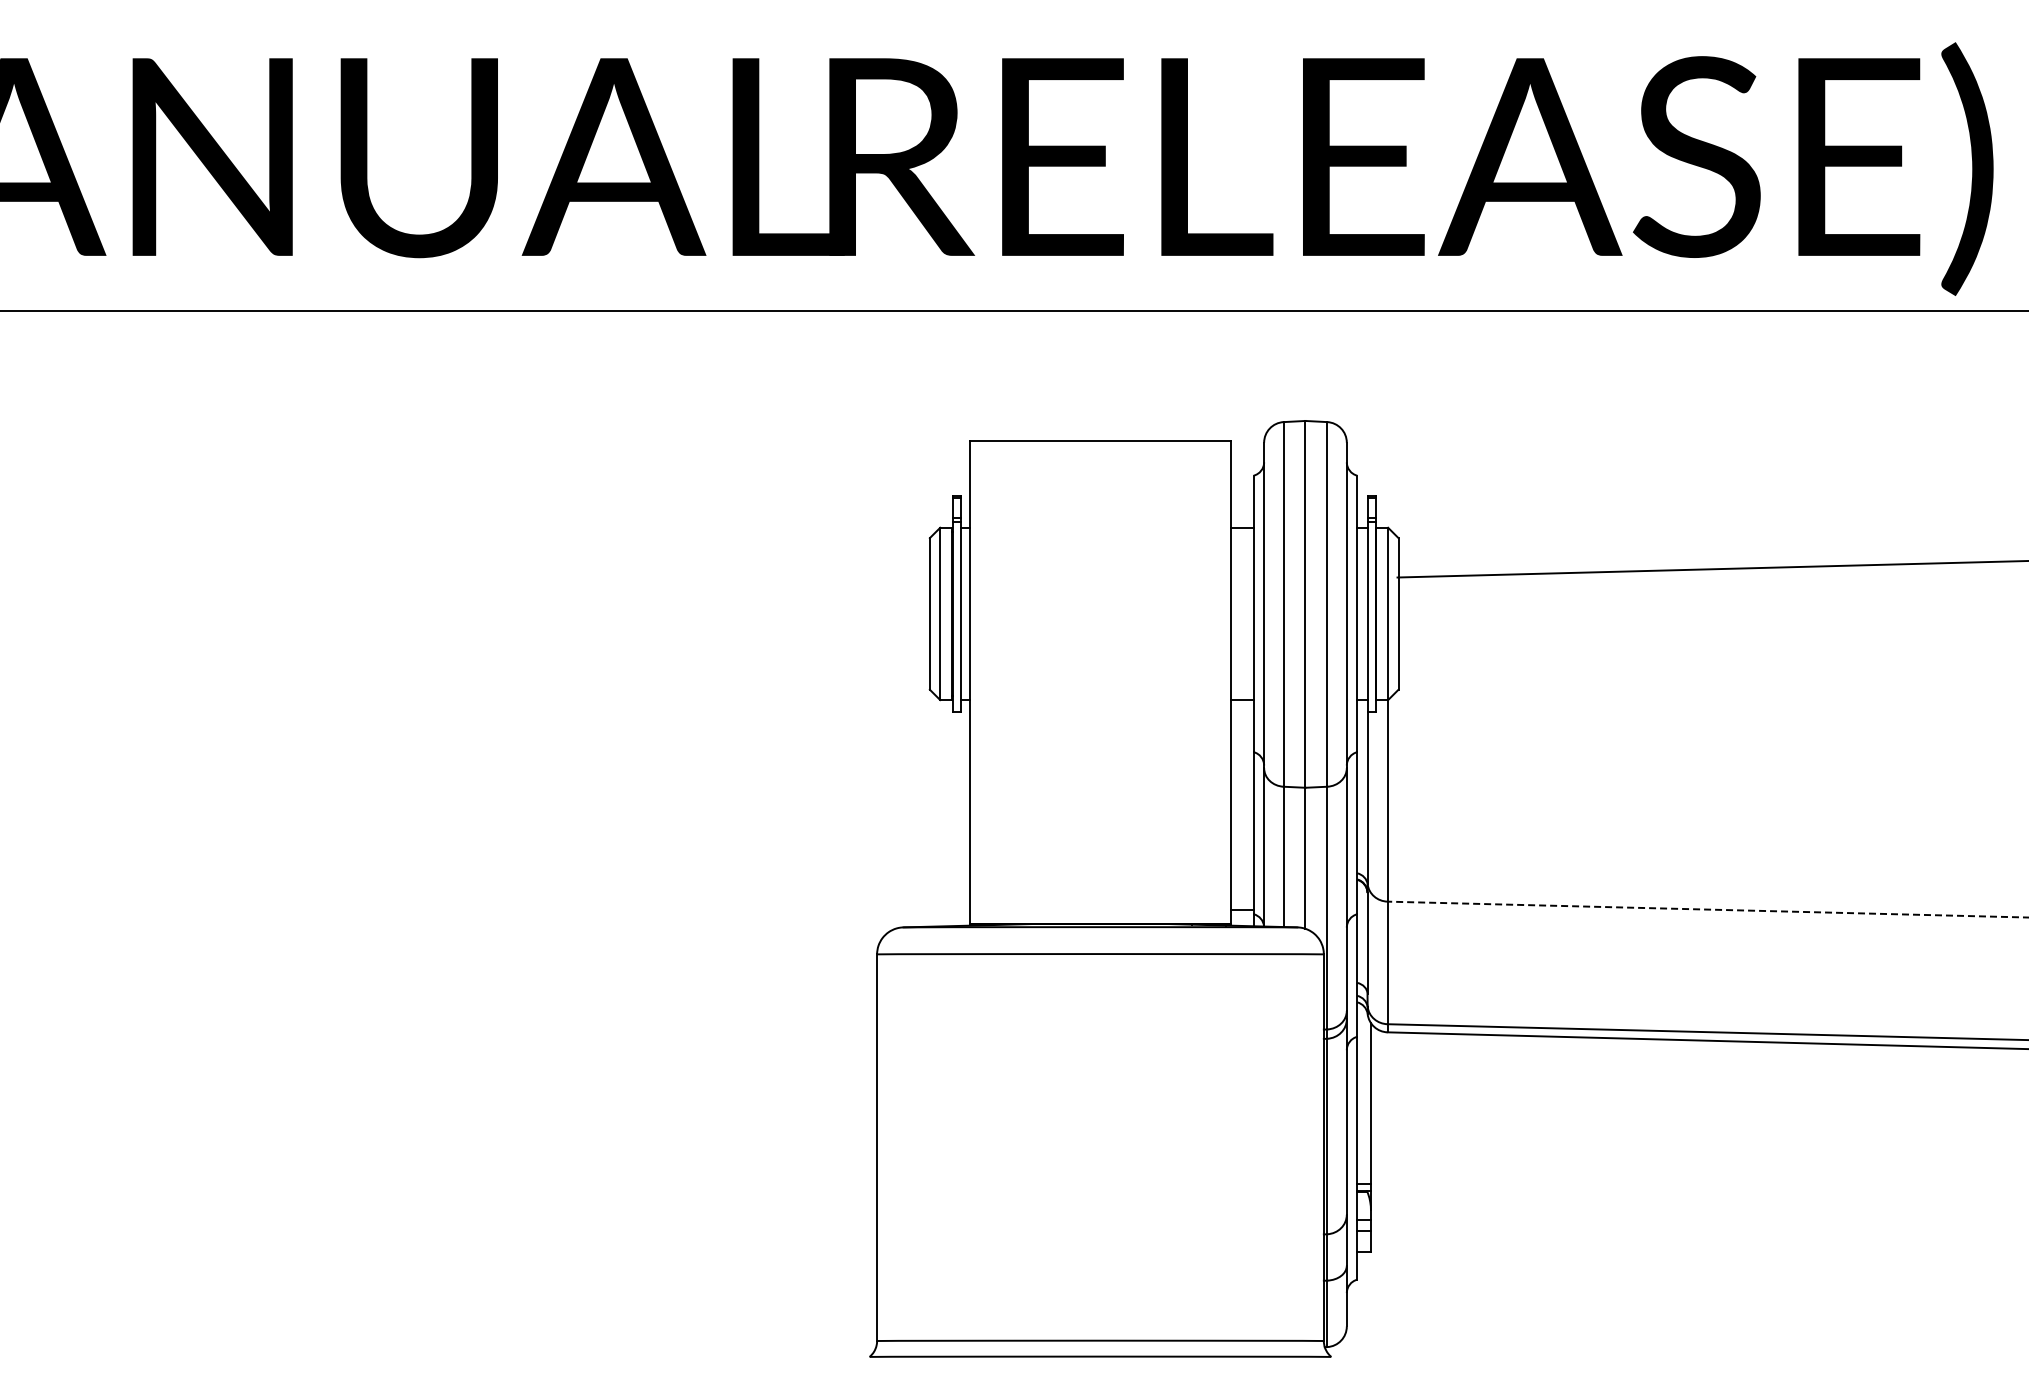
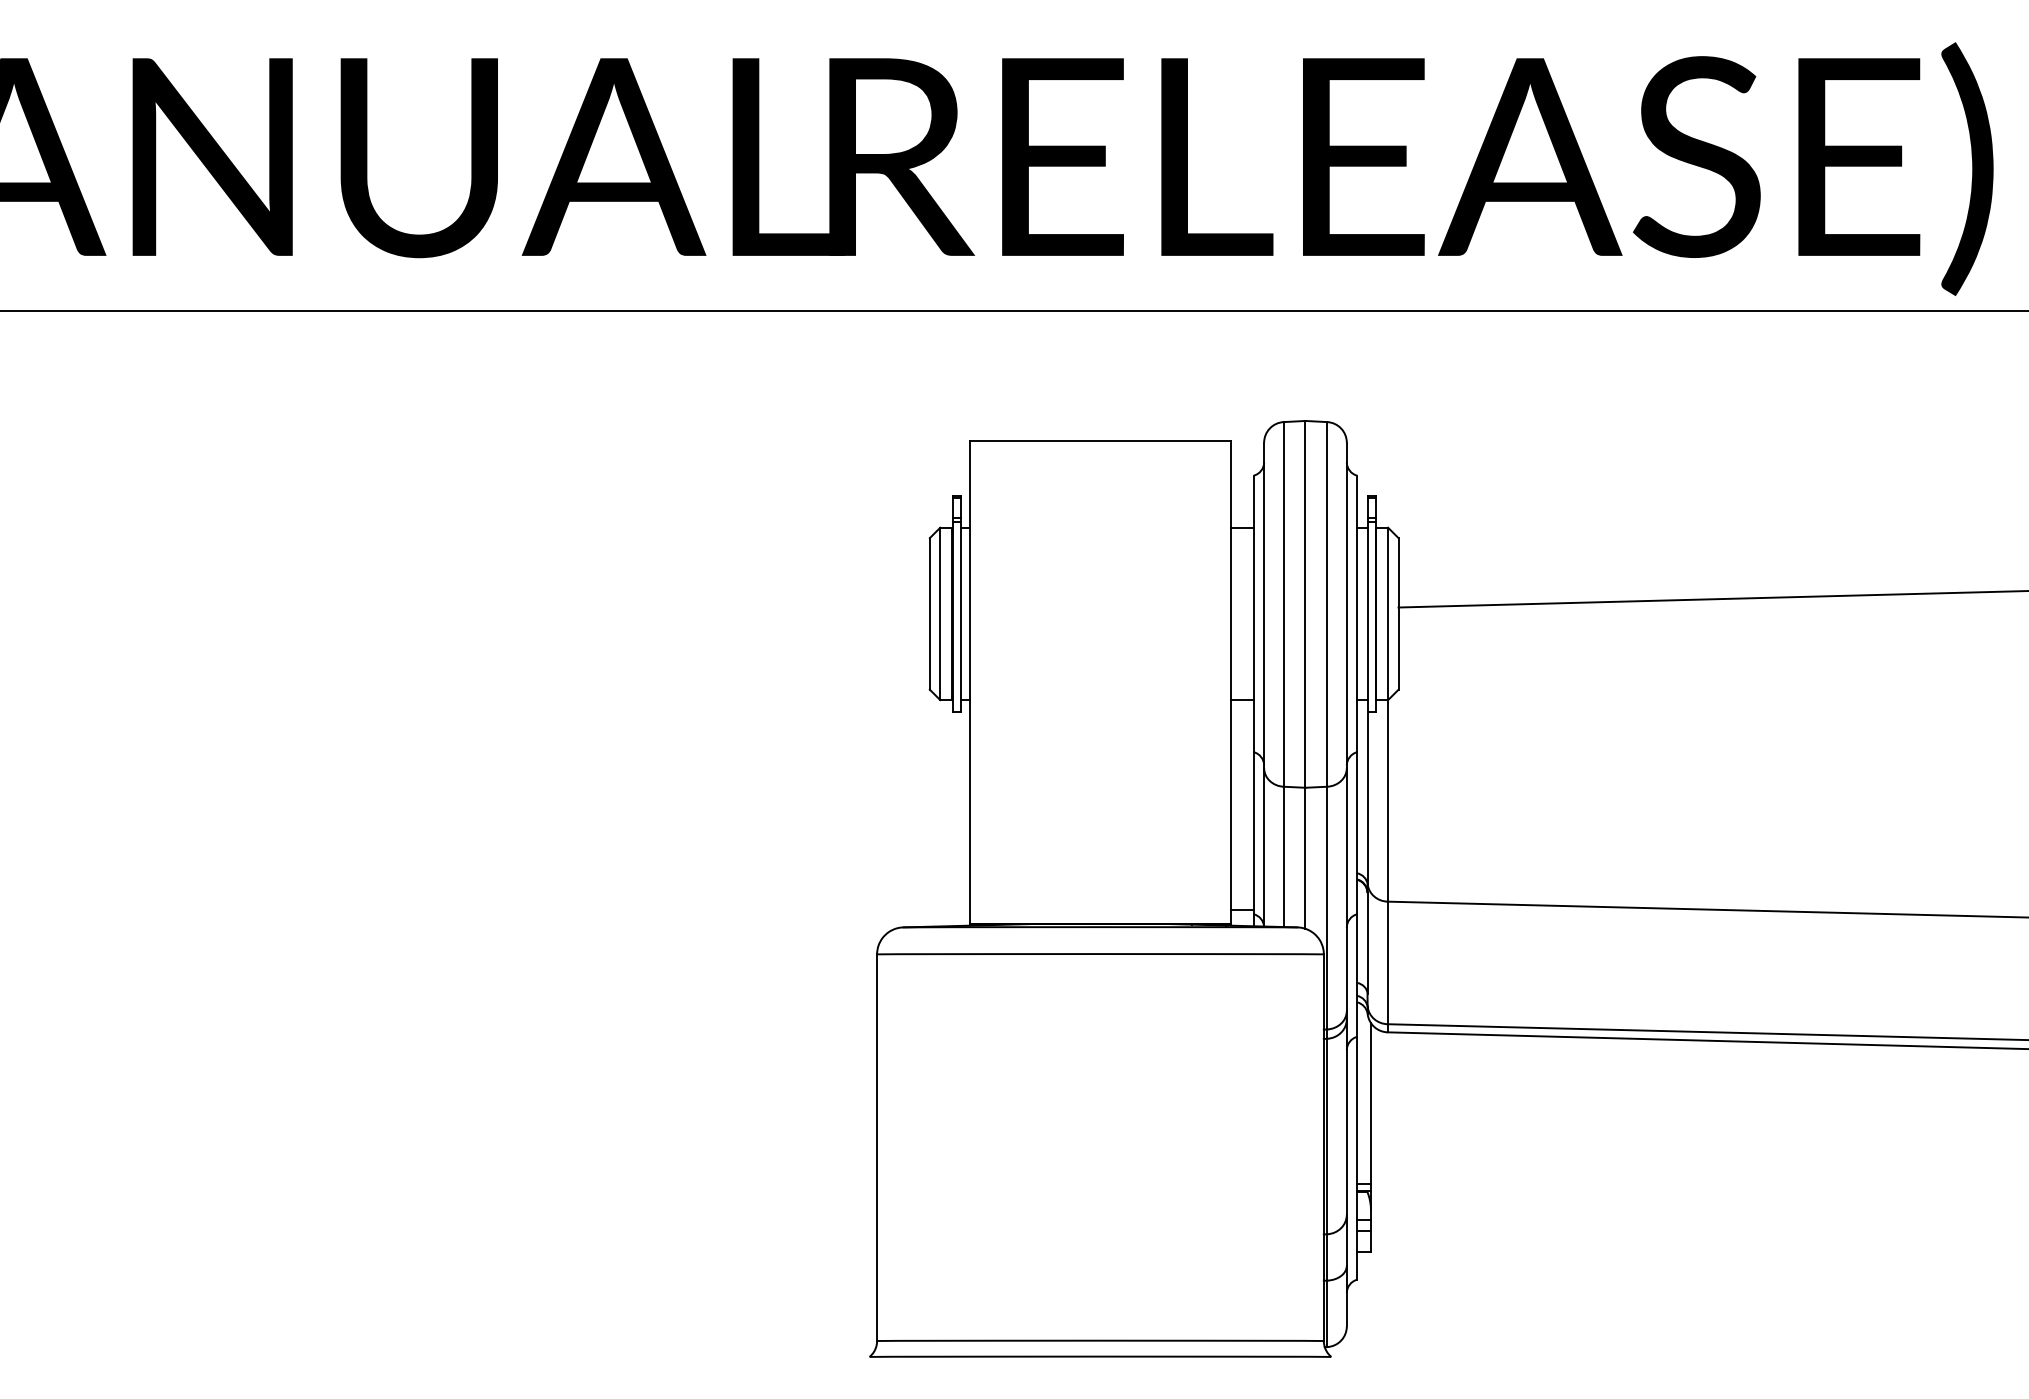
line at (1711, 569) position: (1711, 569) -> (1711, 599)
line at (1707, 909): dashed -> solid
